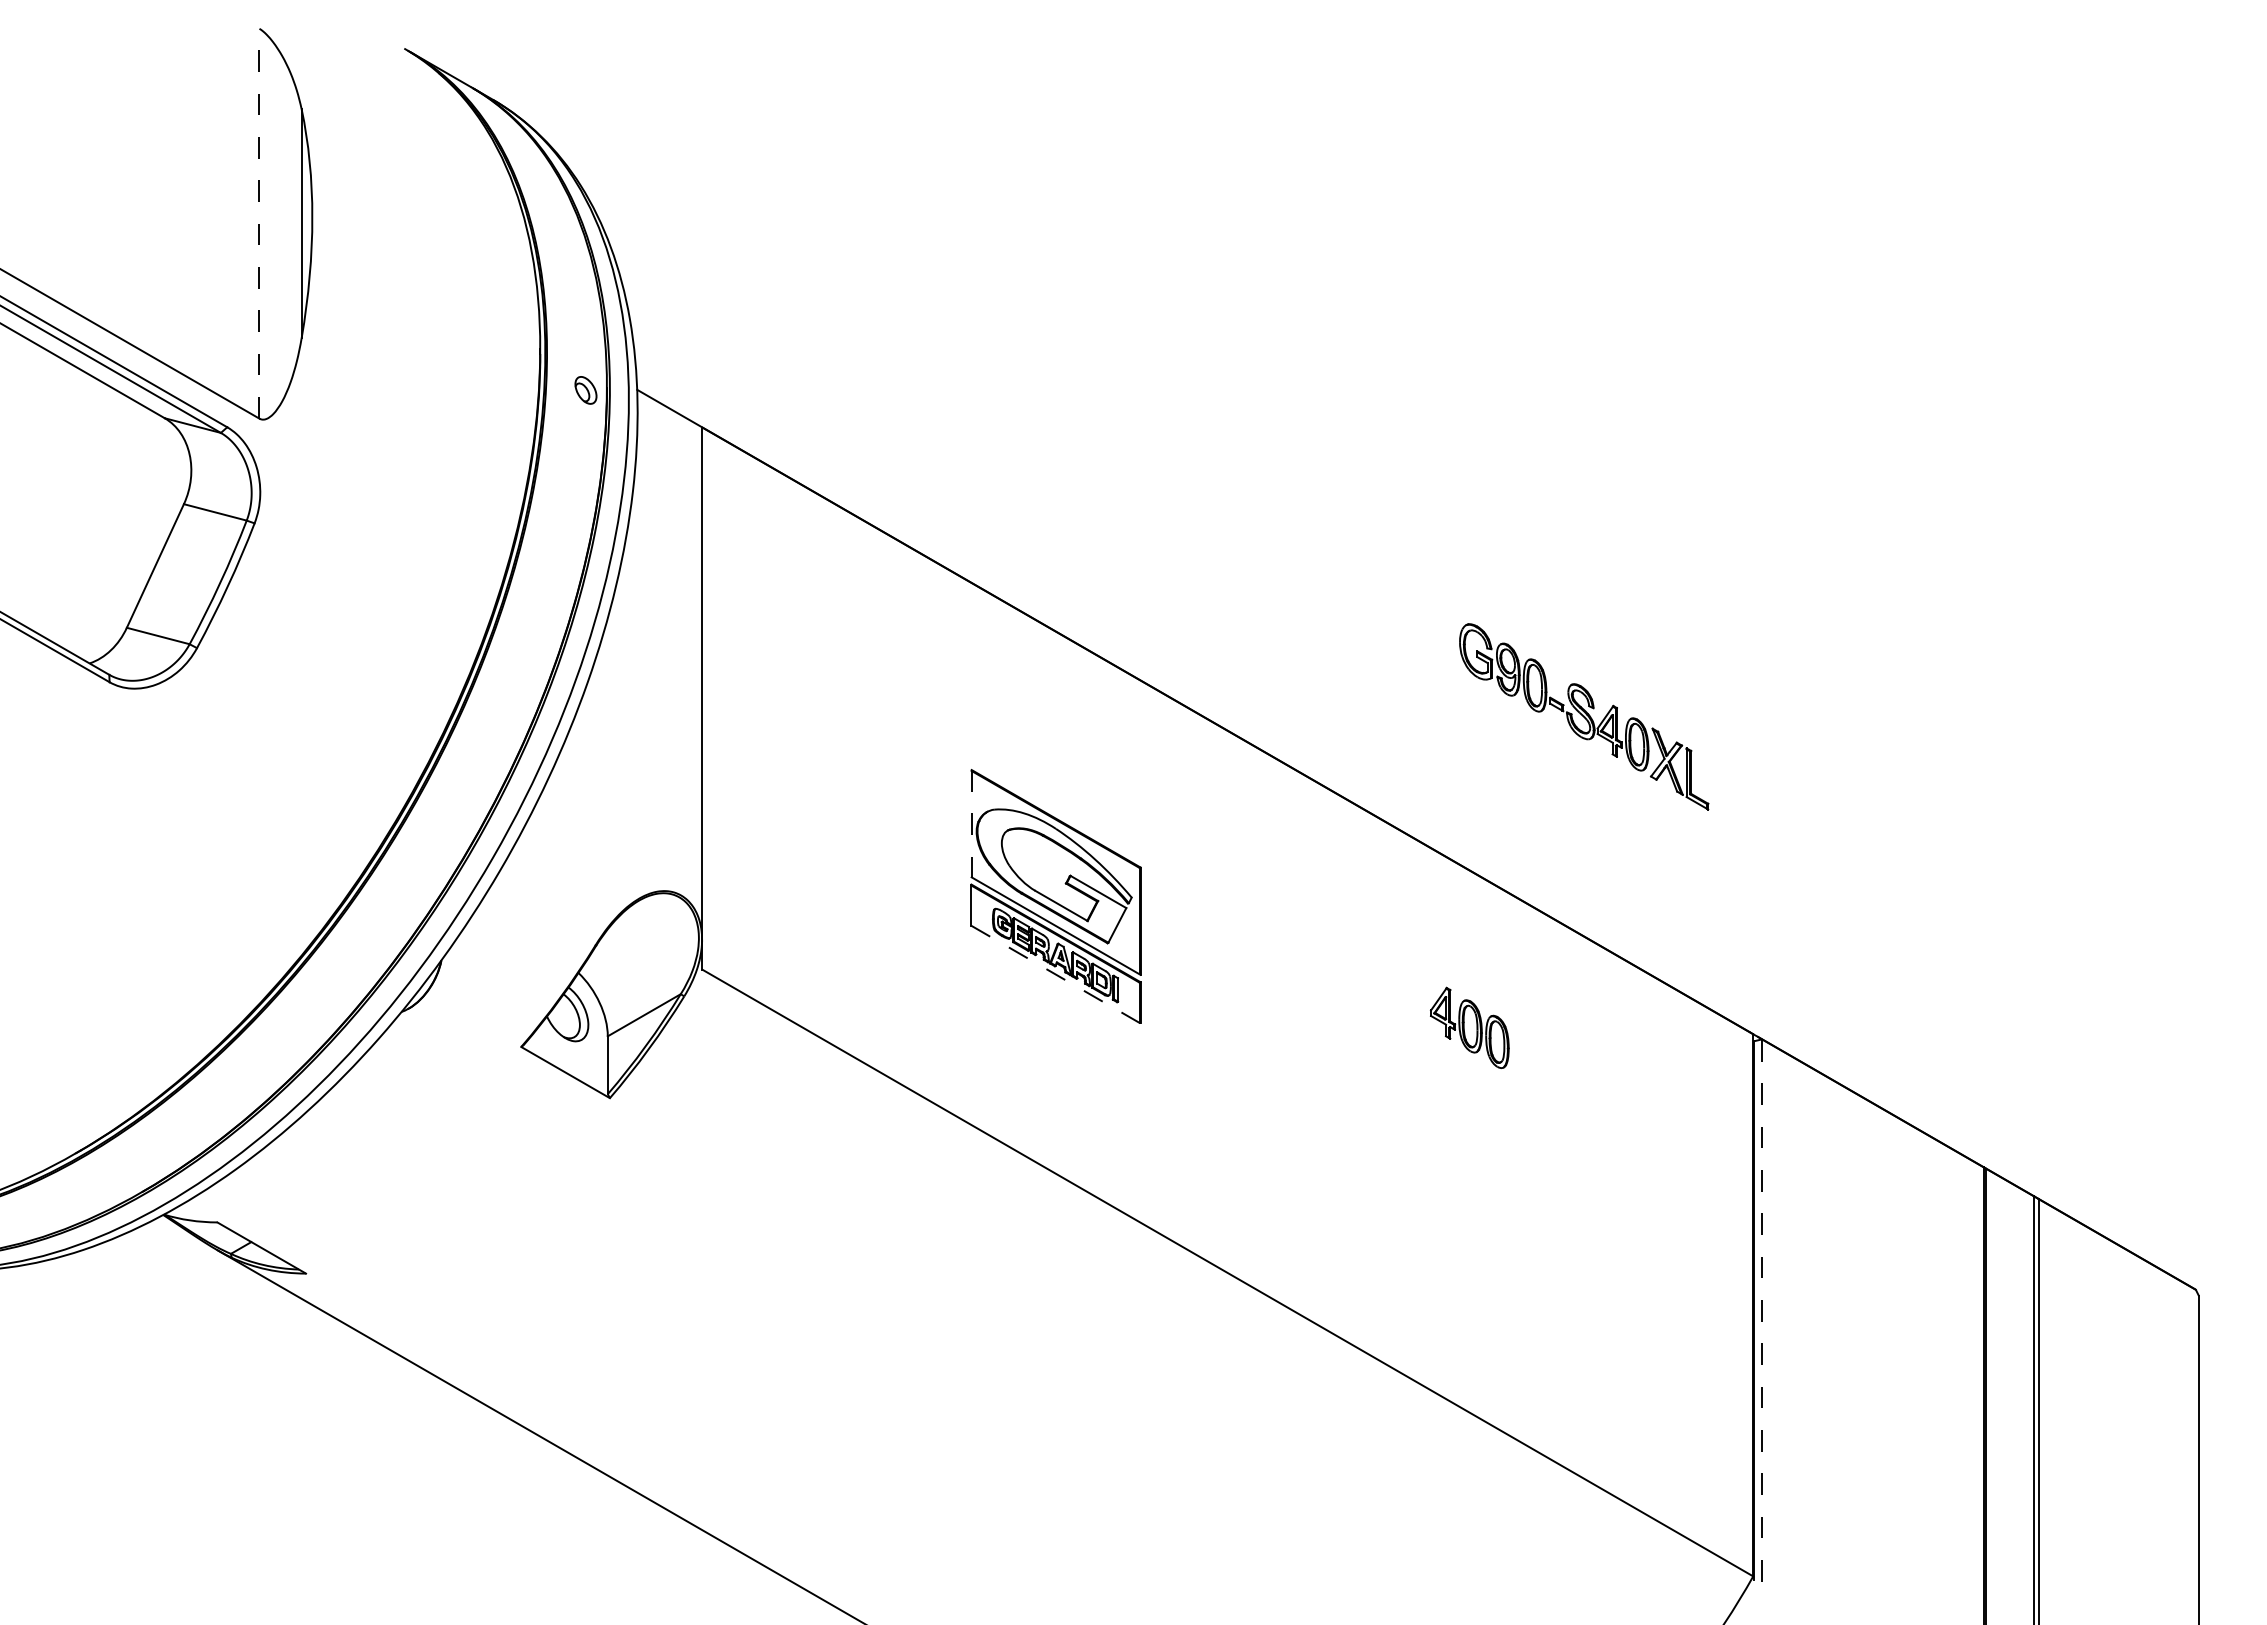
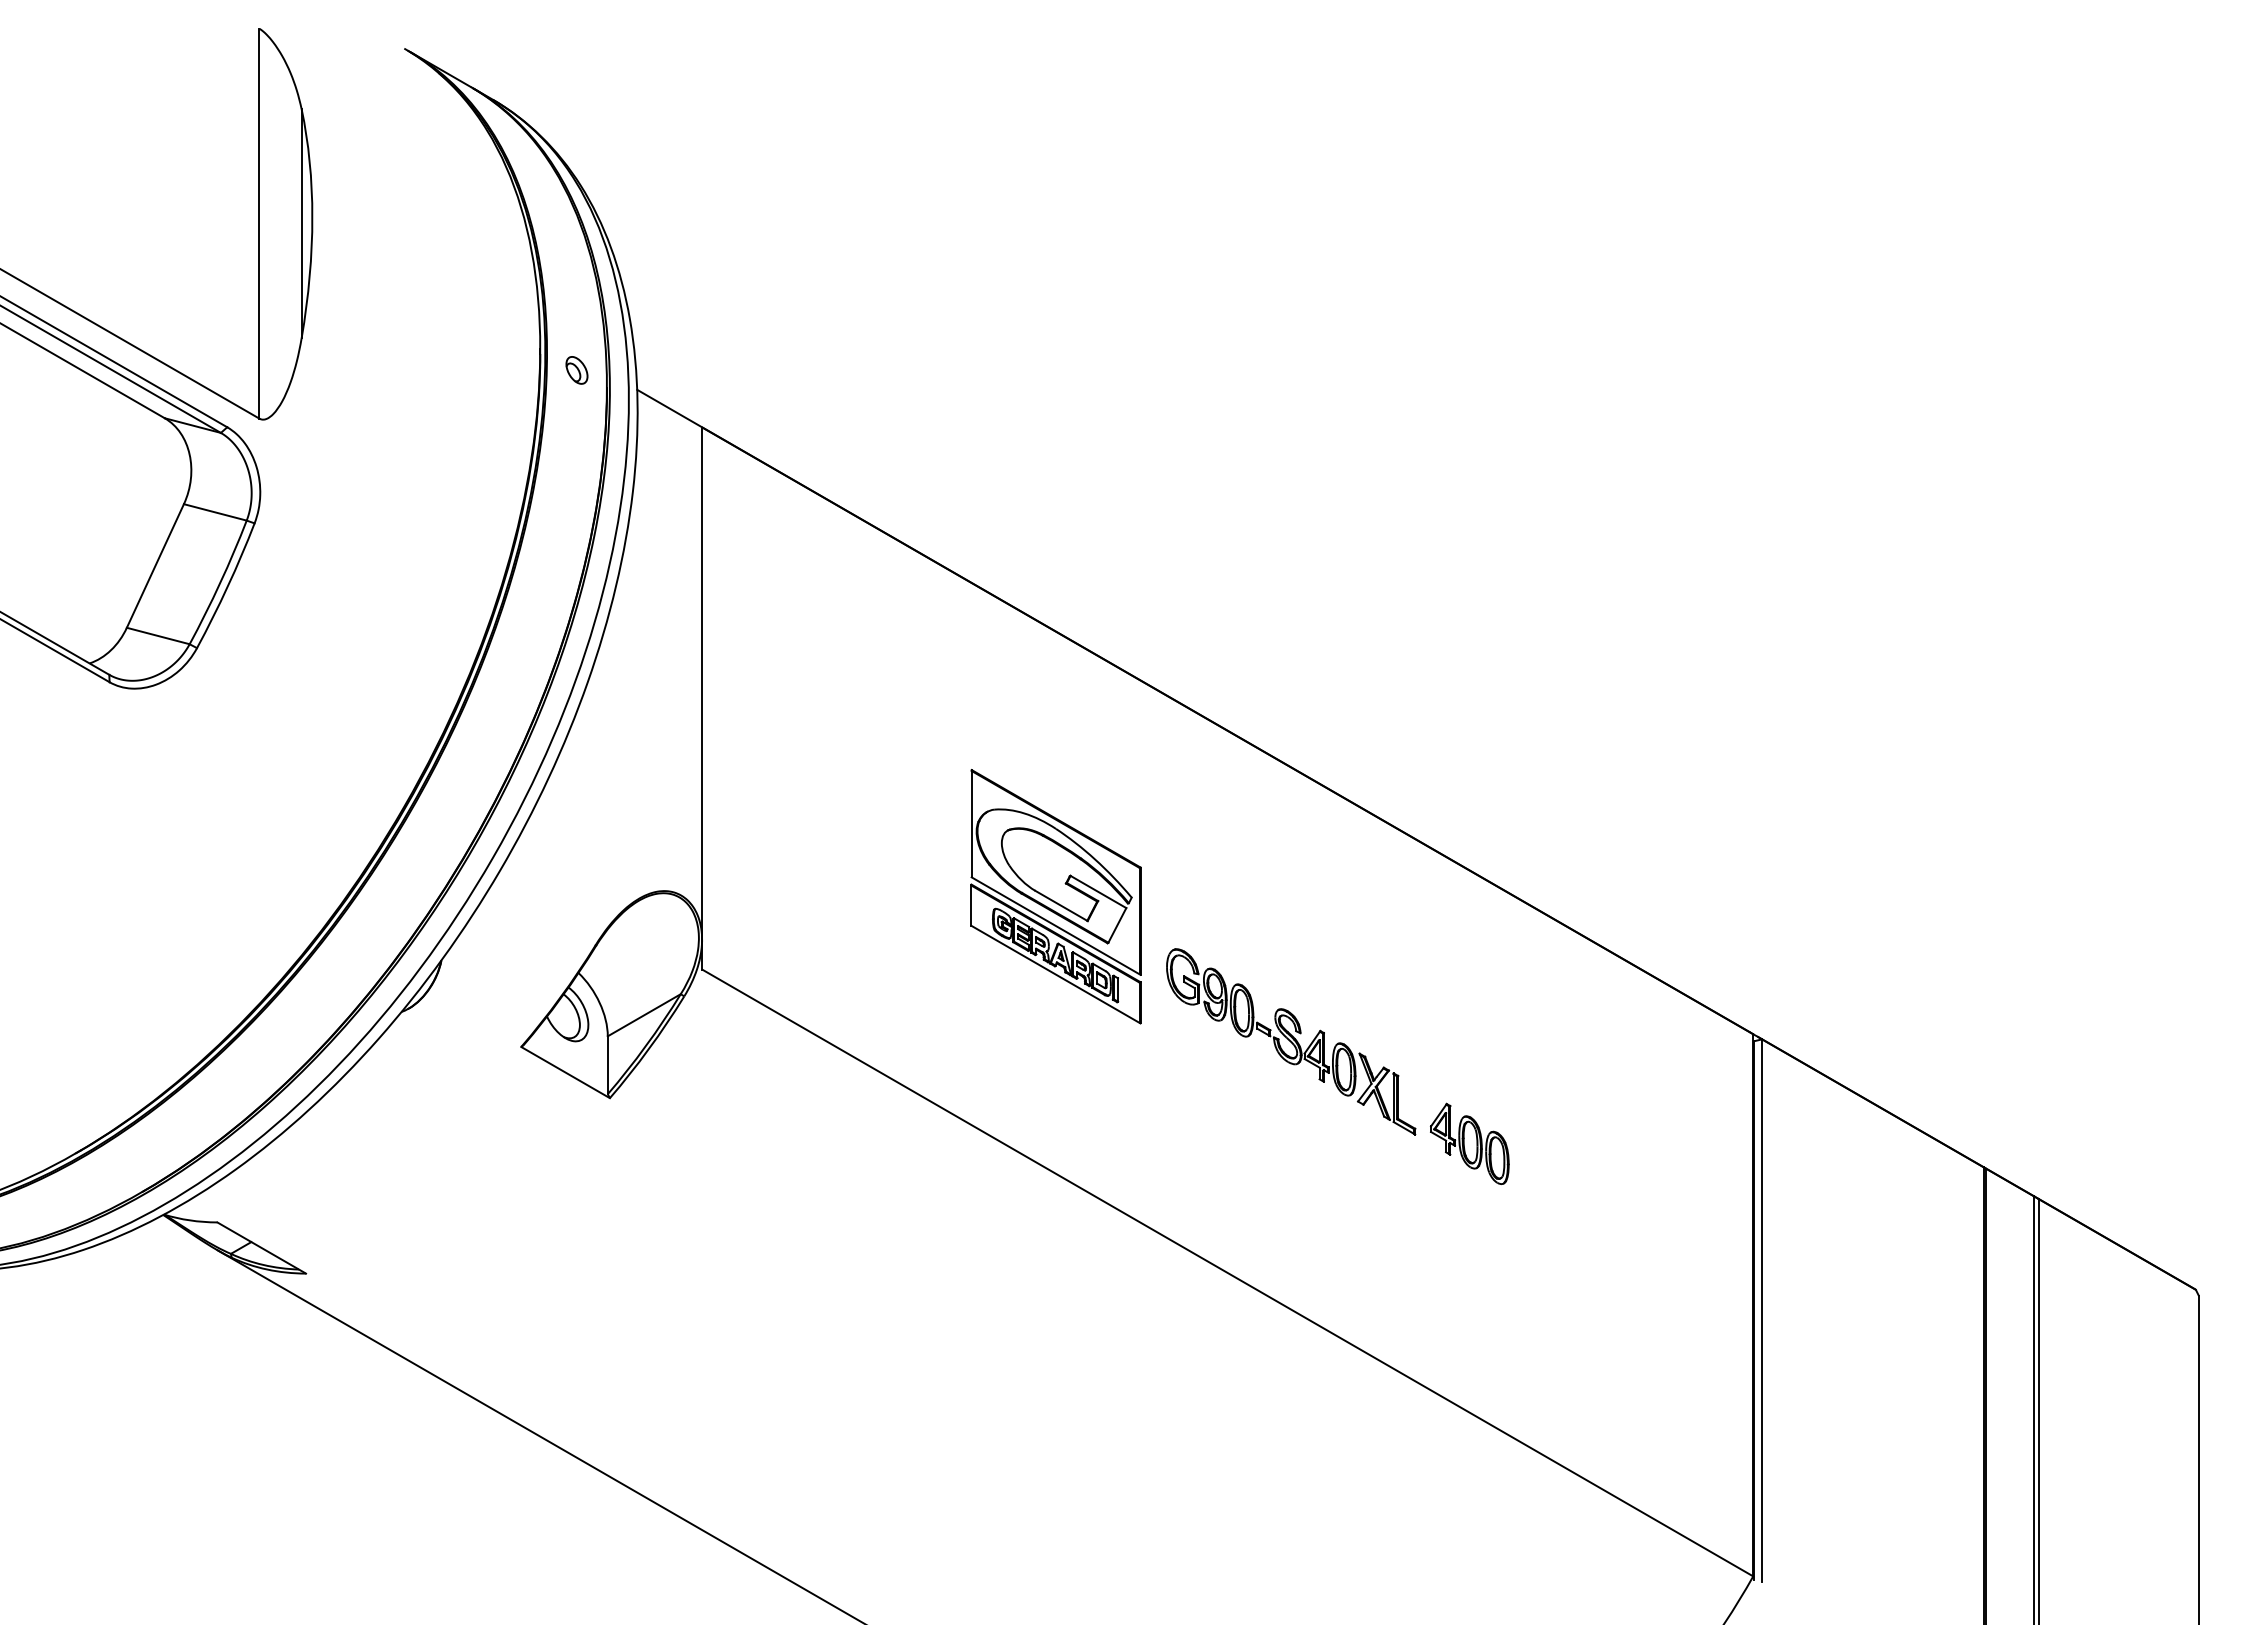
line at (259, 223): dashed -> solid
part at (585, 390) position: (585, 390) -> (576, 370)
part at (1584, 716) position: (1584, 716) -> (1291, 1041)
line at (971, 823): dashed -> solid
line at (1055, 974): dashed -> solid
part at (1469, 1027) position: (1469, 1027) -> (1469, 1143)
line at (1762, 1309): dashed -> solid
